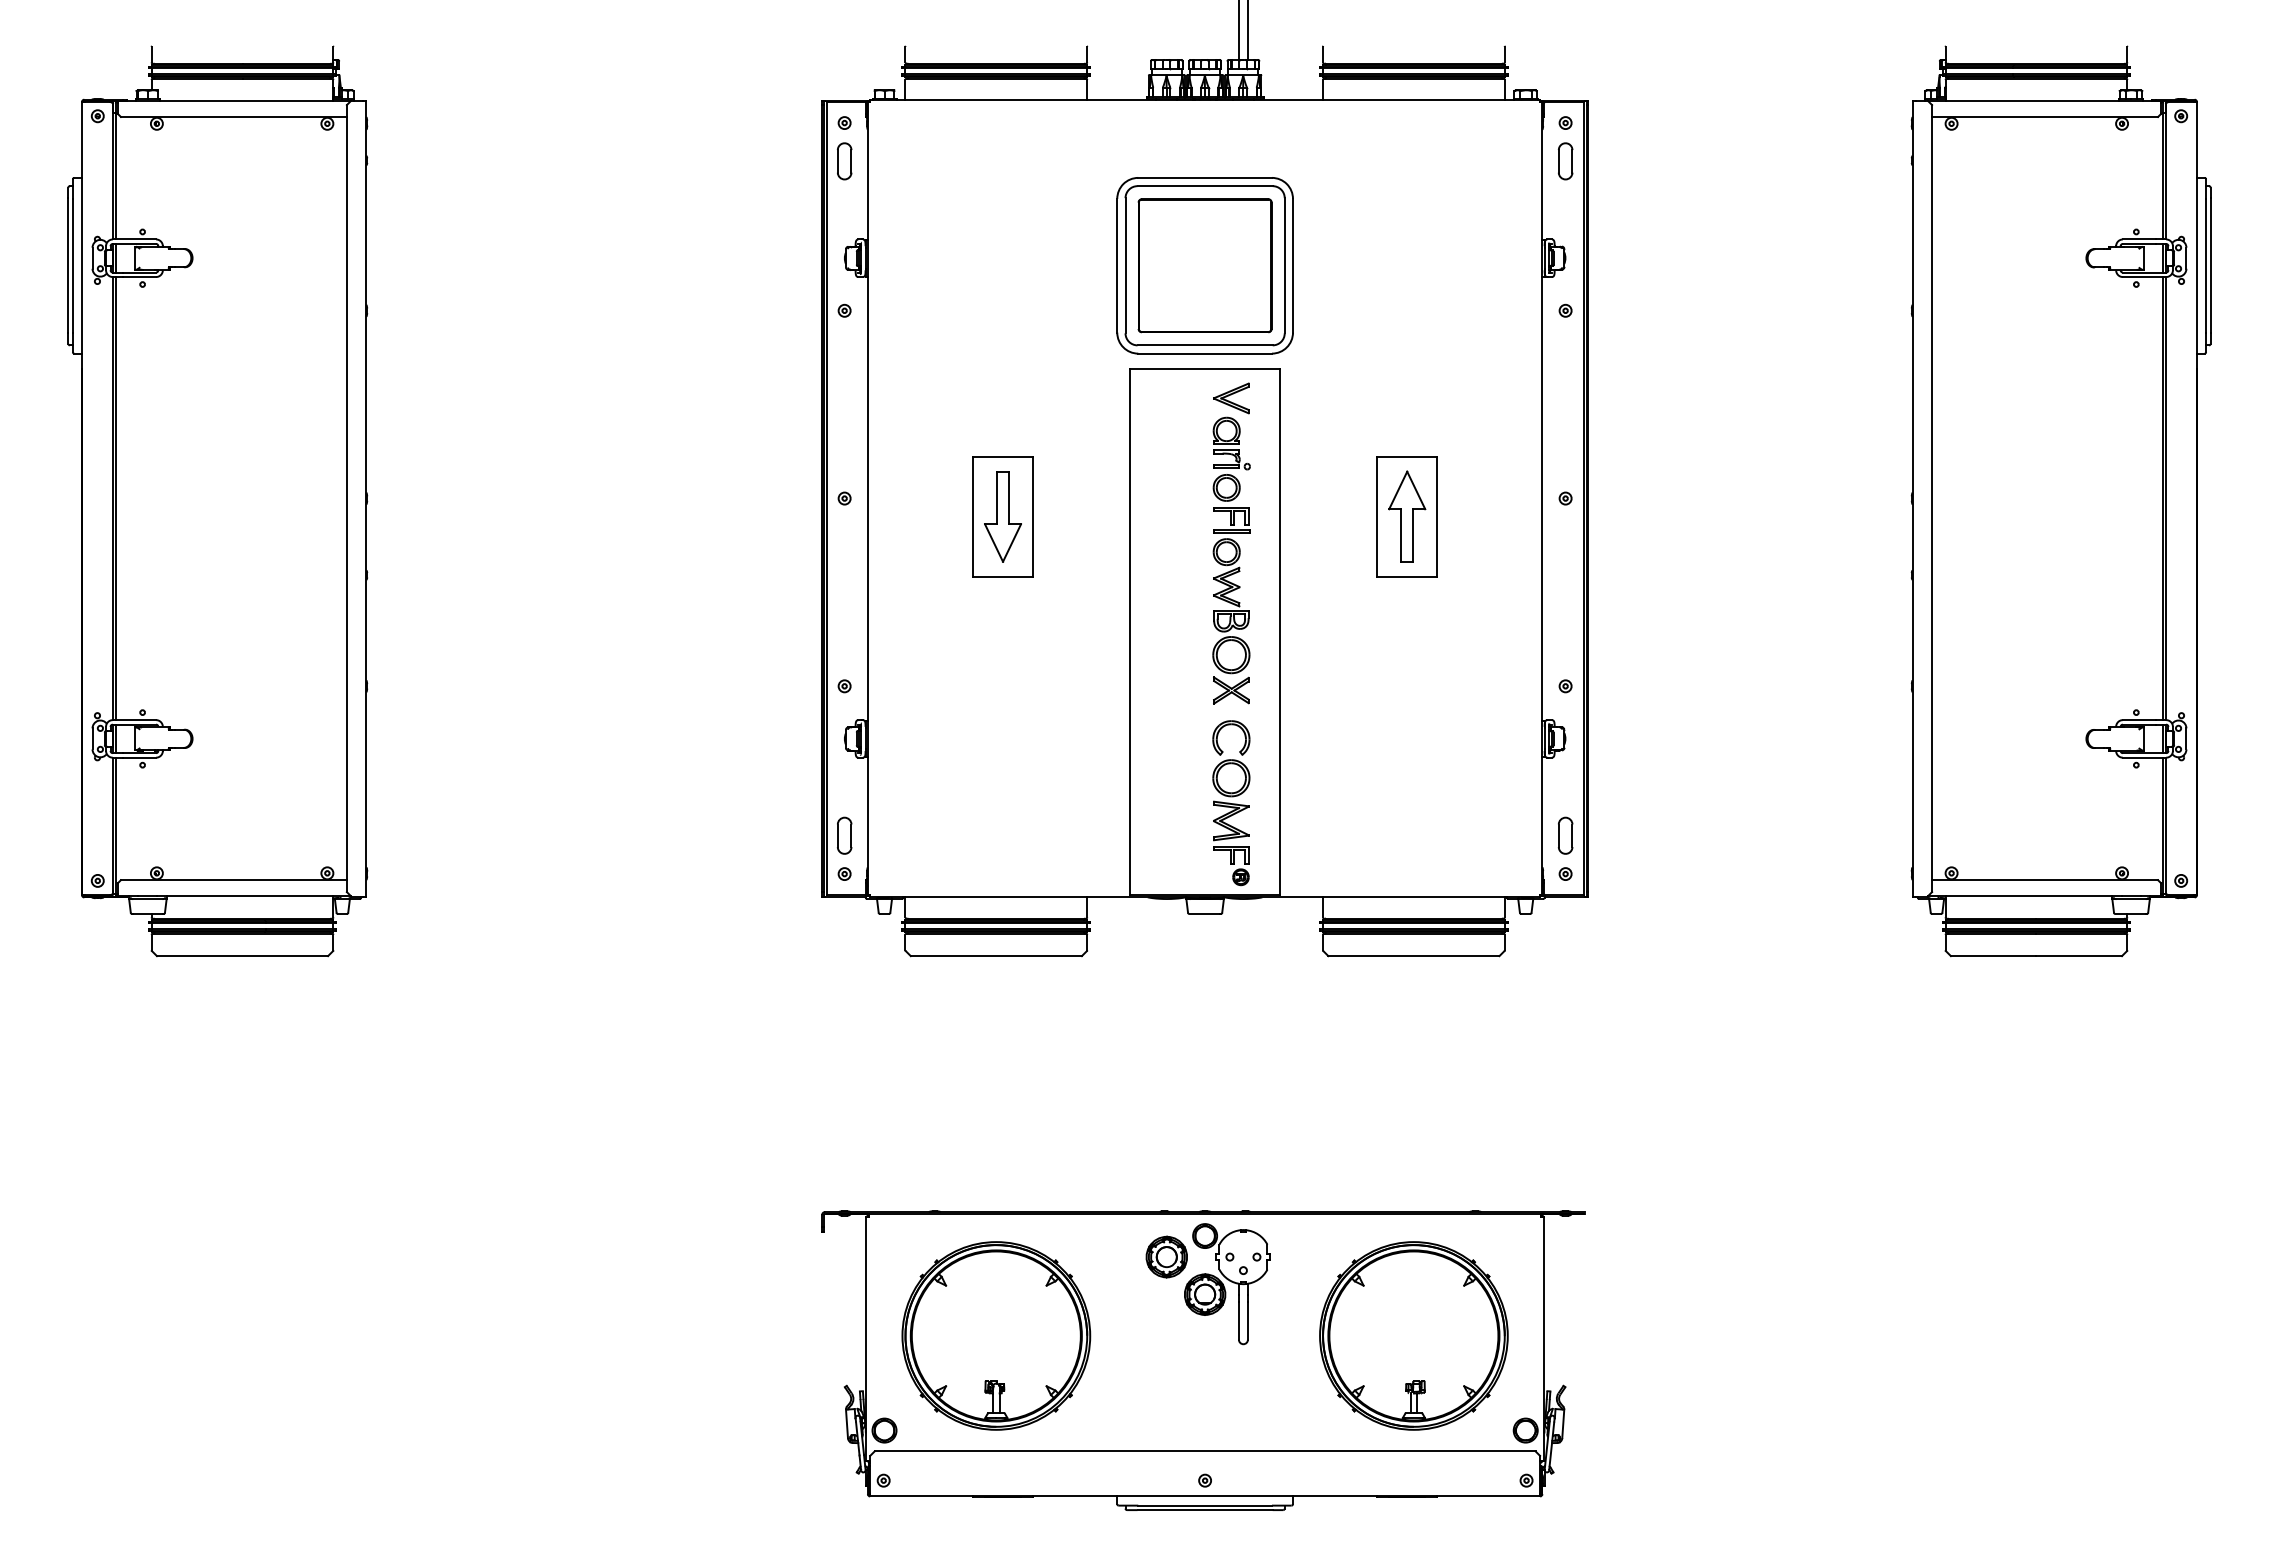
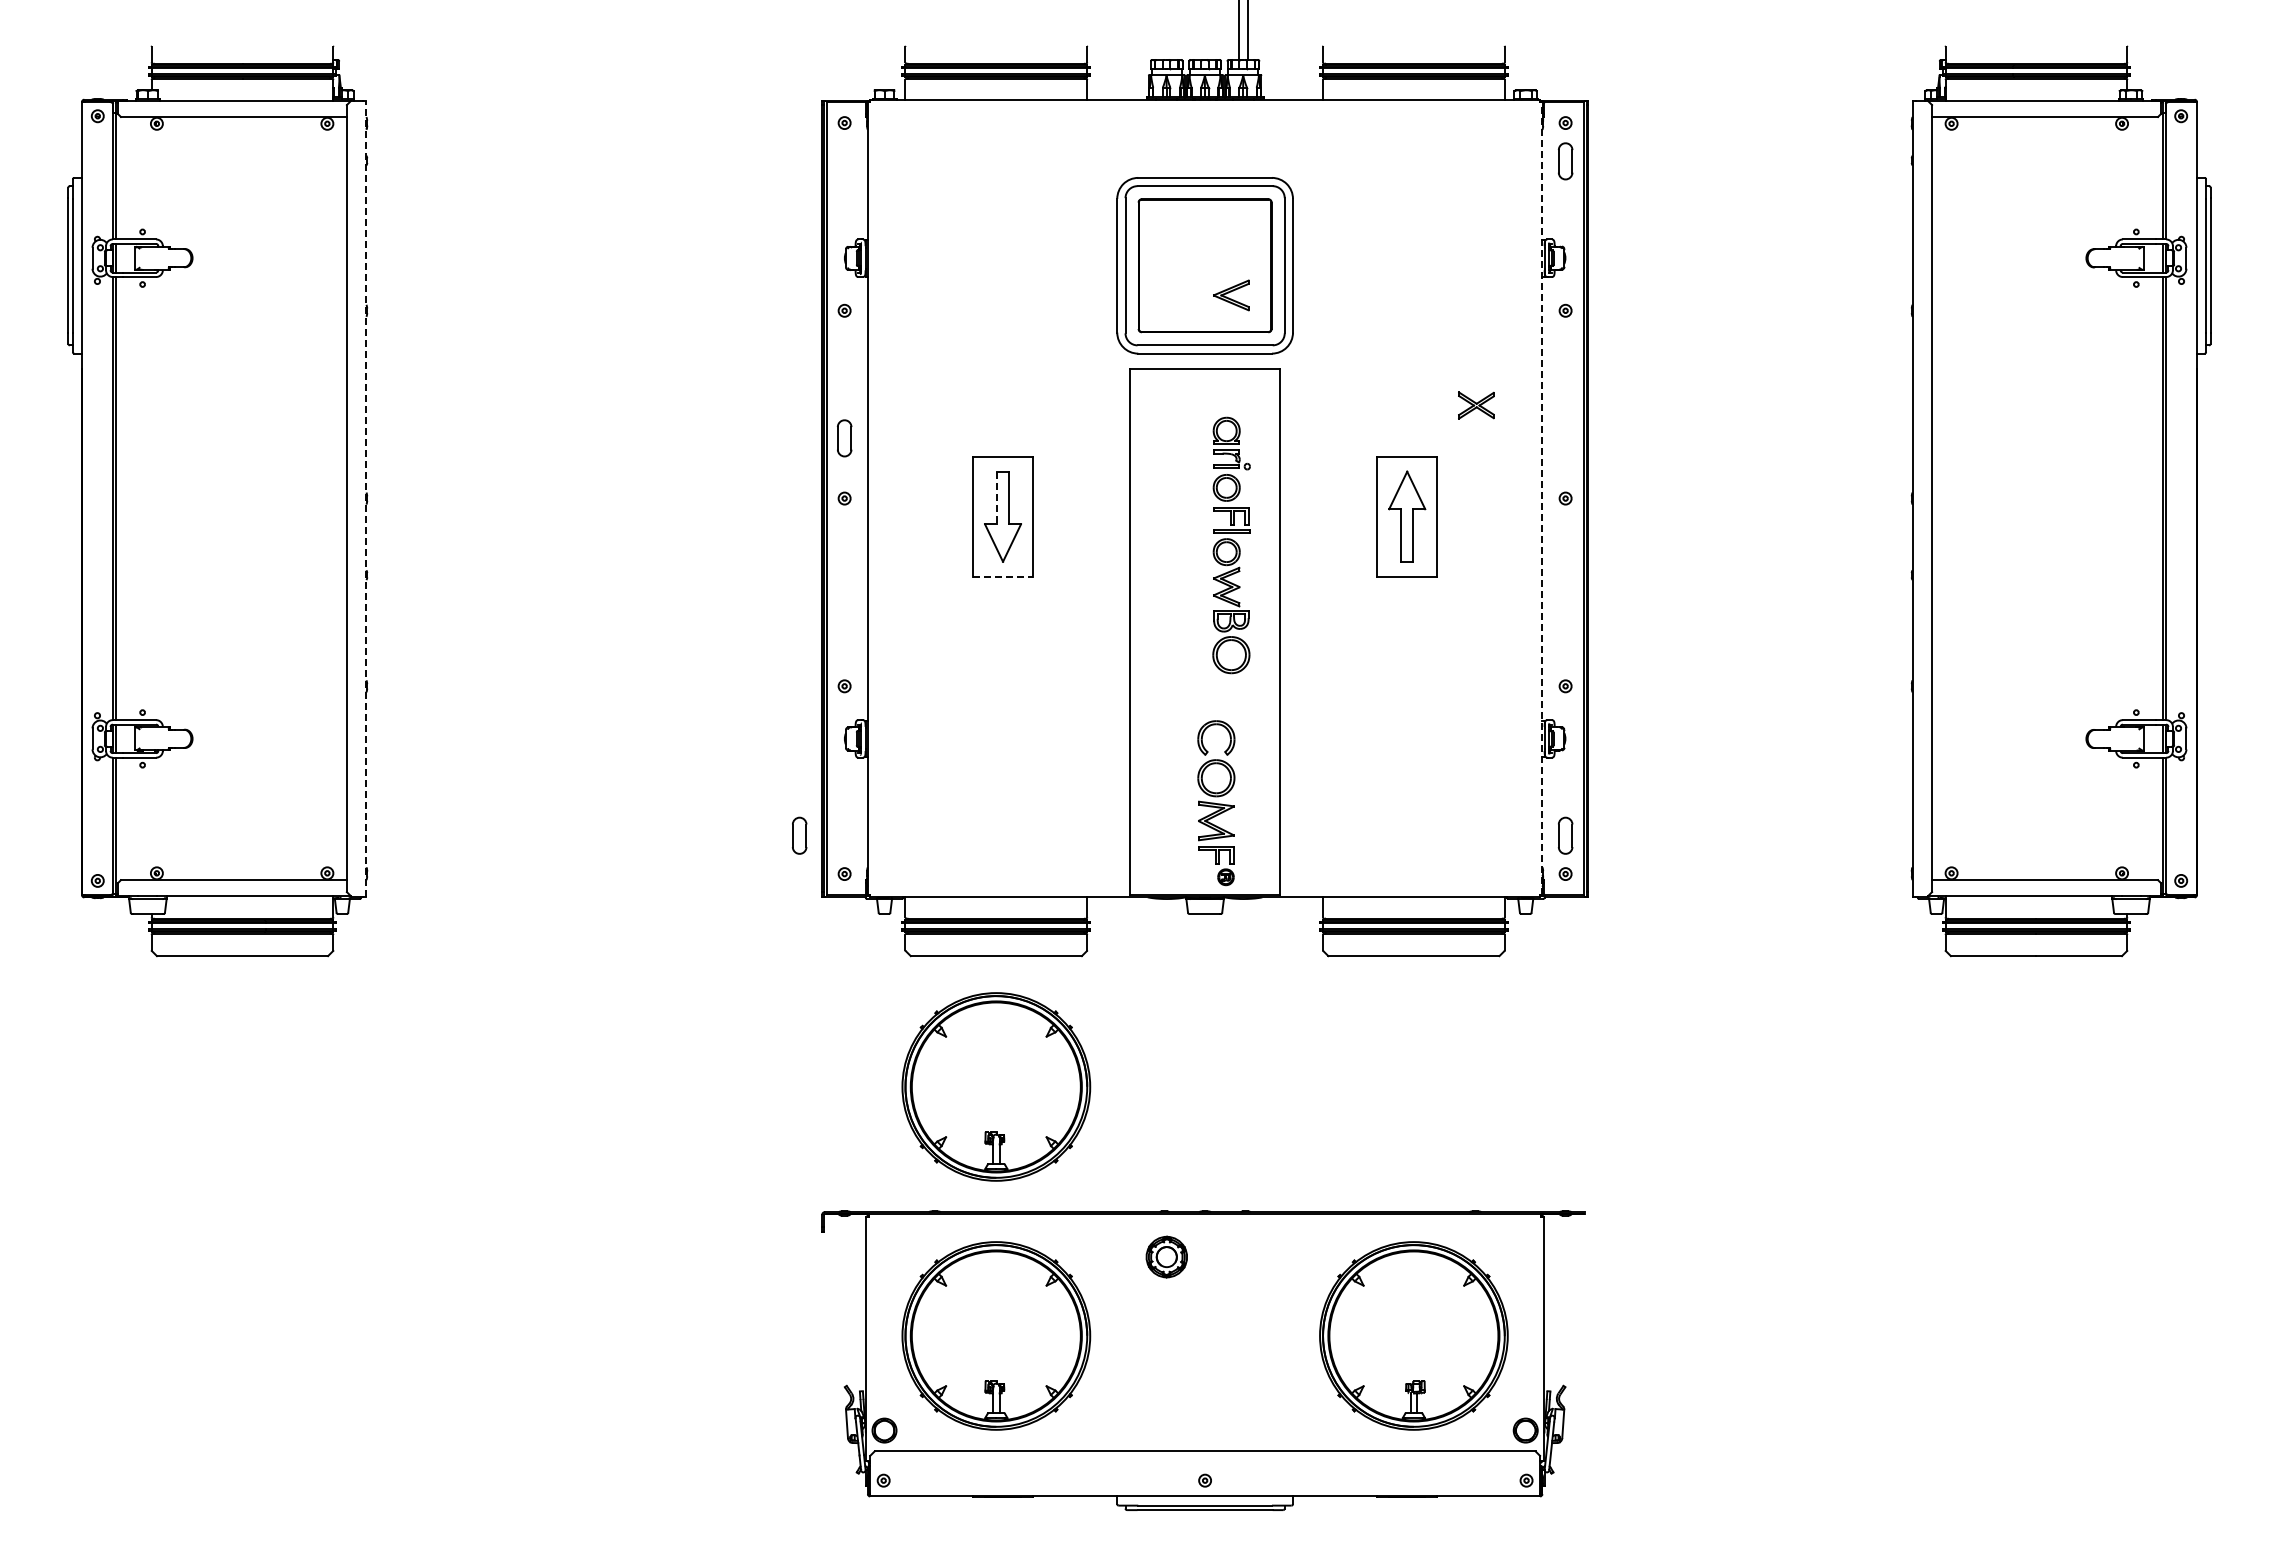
part at (844, 161) position: (844, 161) -> (844, 438)
part at (1231, 398) position: (1231, 398) -> (1231, 295)
line at (366, 498): solid -> dashed
line at (997, 498): solid -> dashed
line at (1542, 498): solid -> dashed
line at (1003, 576): solid -> dashed
part at (1231, 690) position: (1231, 690) -> (1476, 405)
part at (1231, 803) position: (1231, 803) -> (1216, 803)
part at (844, 835) position: (844, 835) -> (799, 835)
part at (996, 1086): none -> present
part at (1227, 1284): present -> none
